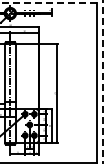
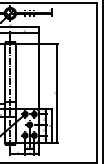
line at (48, 2): dashed -> solid
line at (103, 81): dashed -> solid
